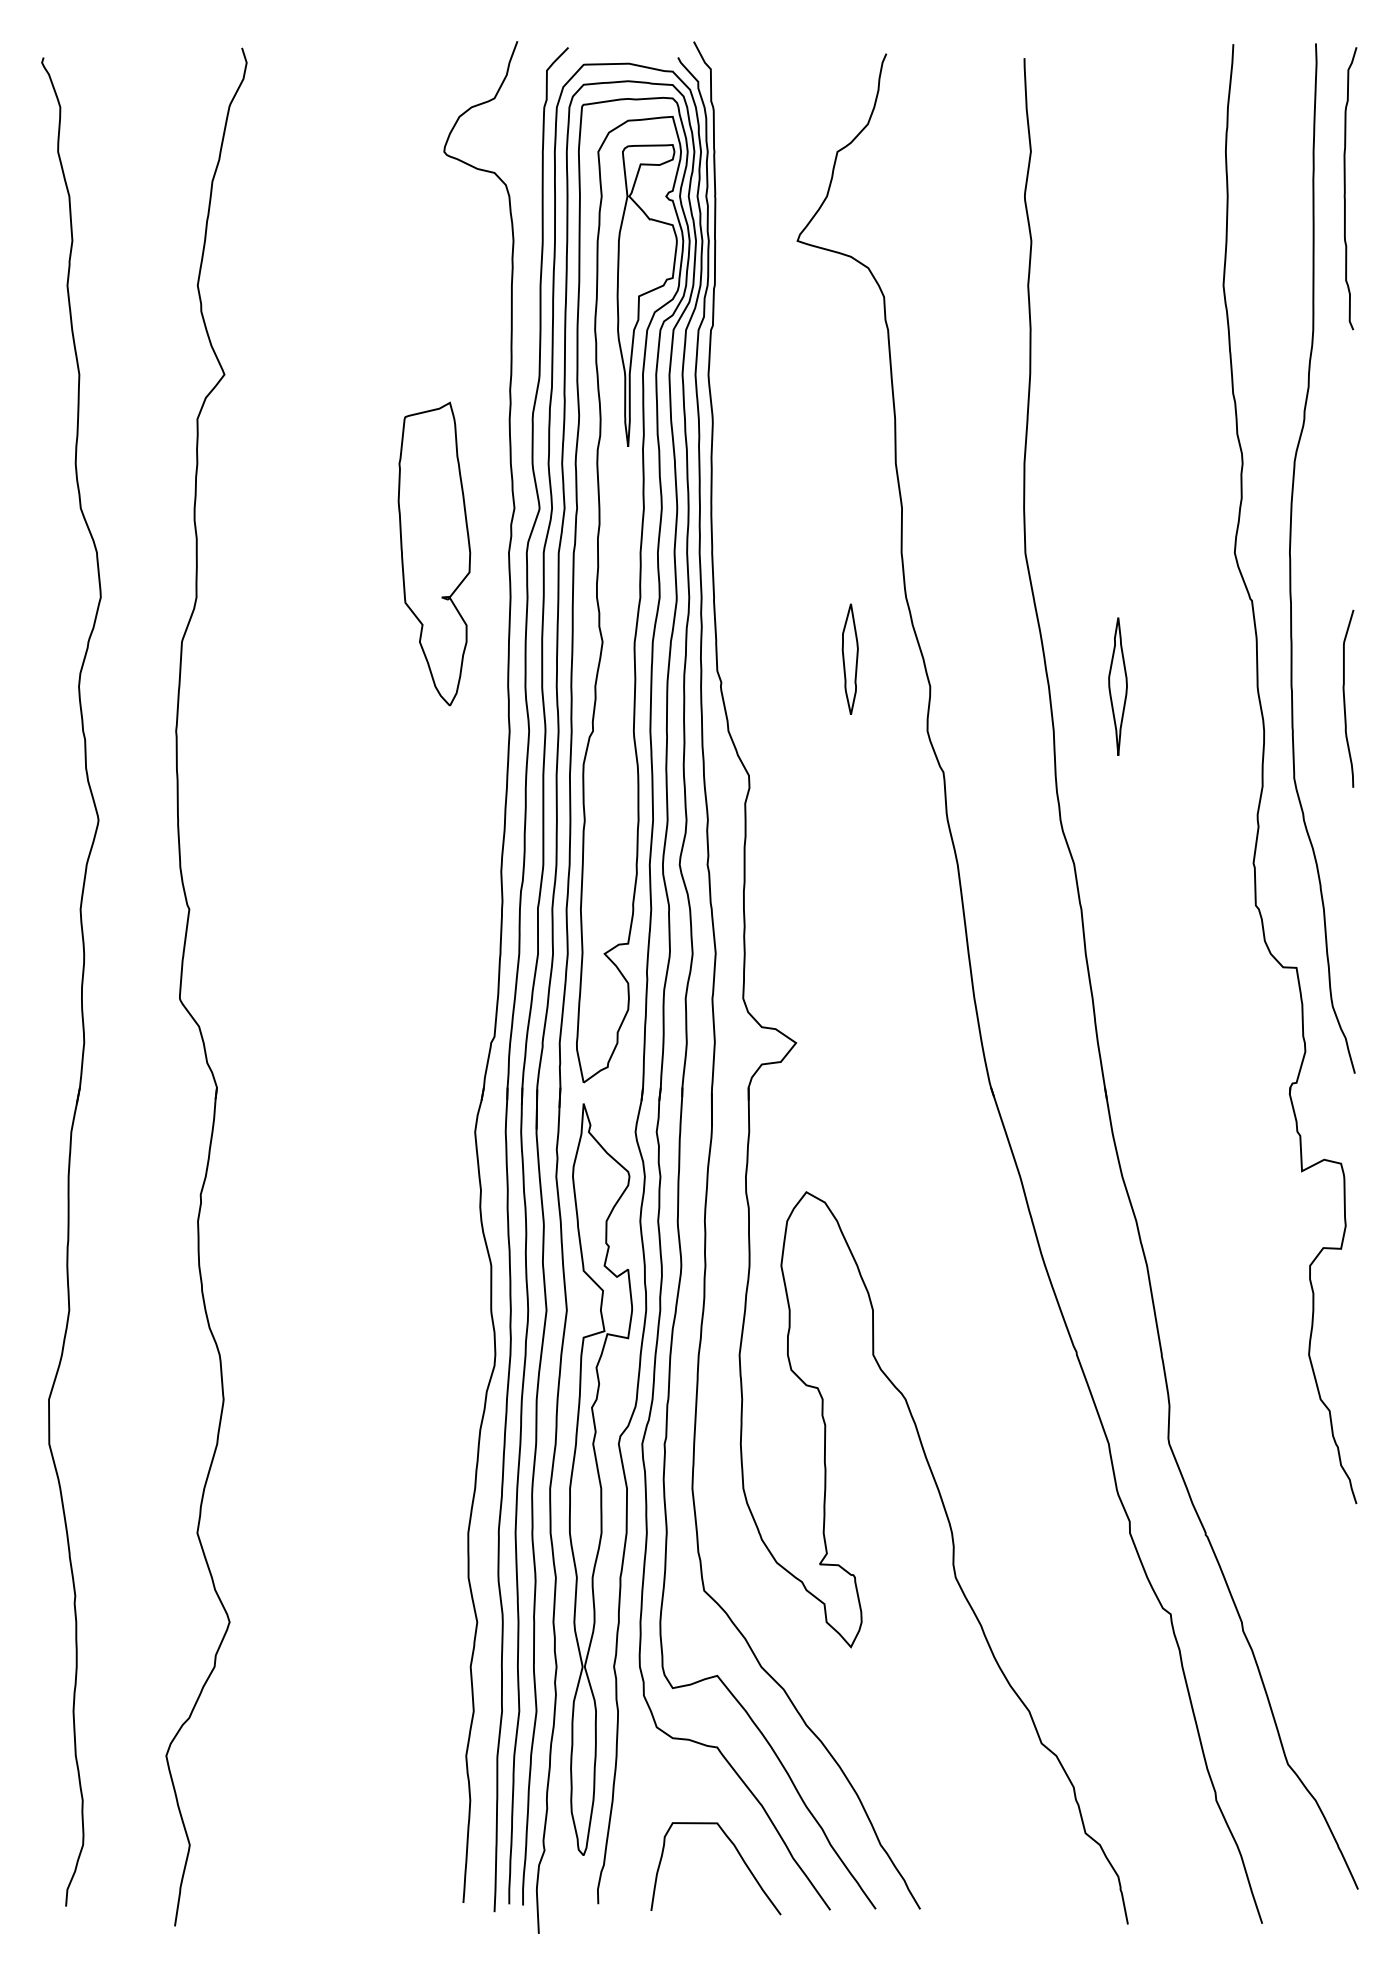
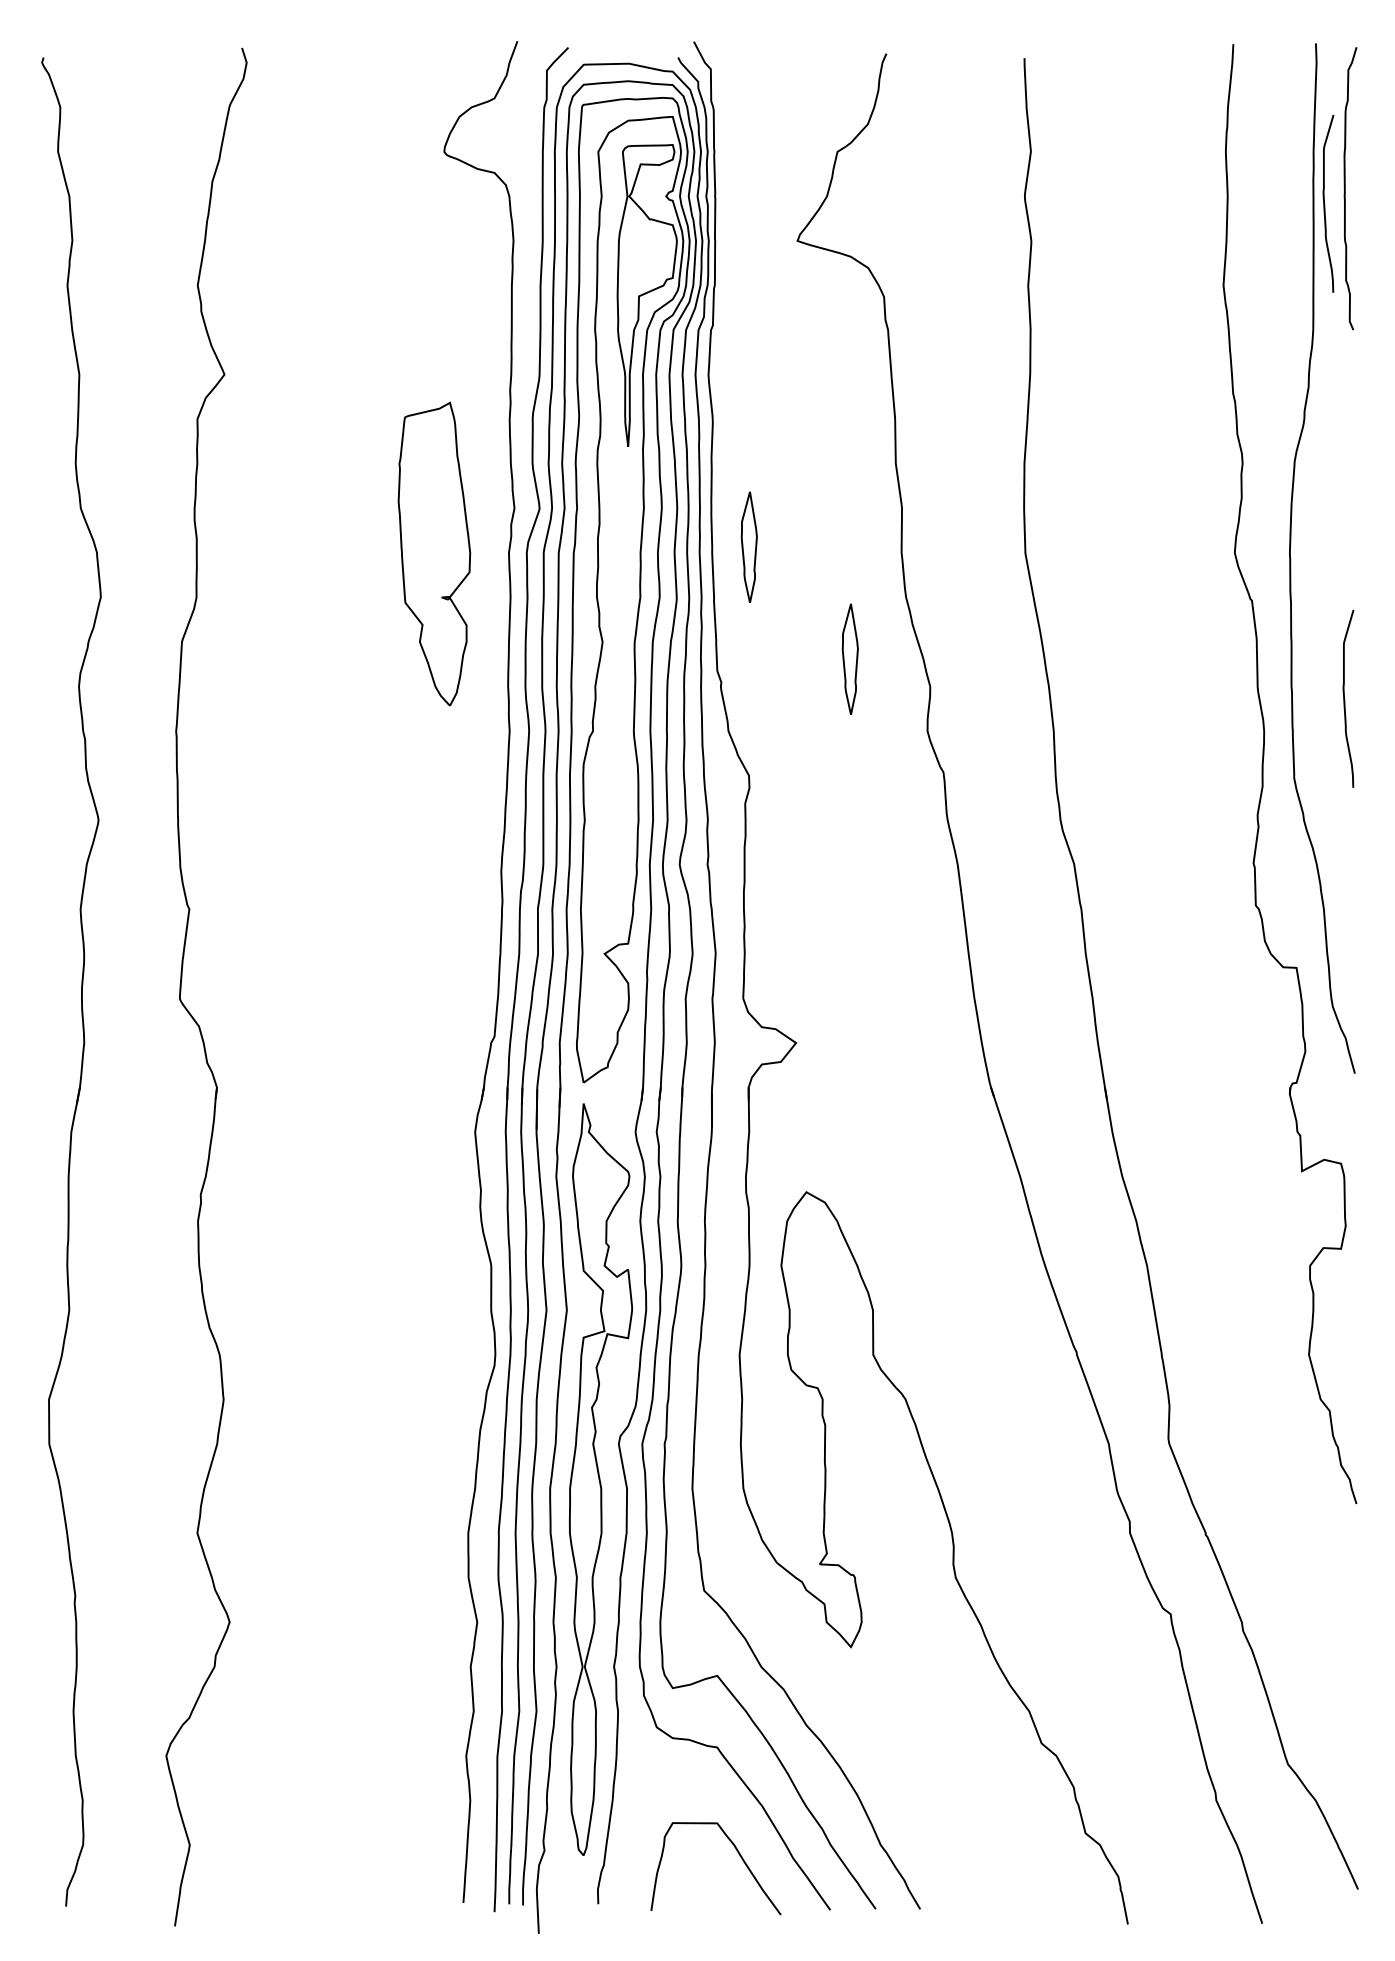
curve at (1325, 204): none -> present
part at (748, 546): none -> present
part at (1117, 686): present -> none
